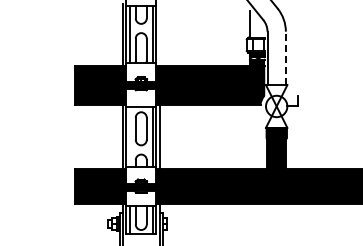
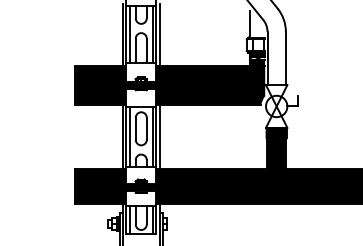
line at (159, 34): none -> present
line at (285, 58): dashed -> solid
line at (130, 136): none -> present
